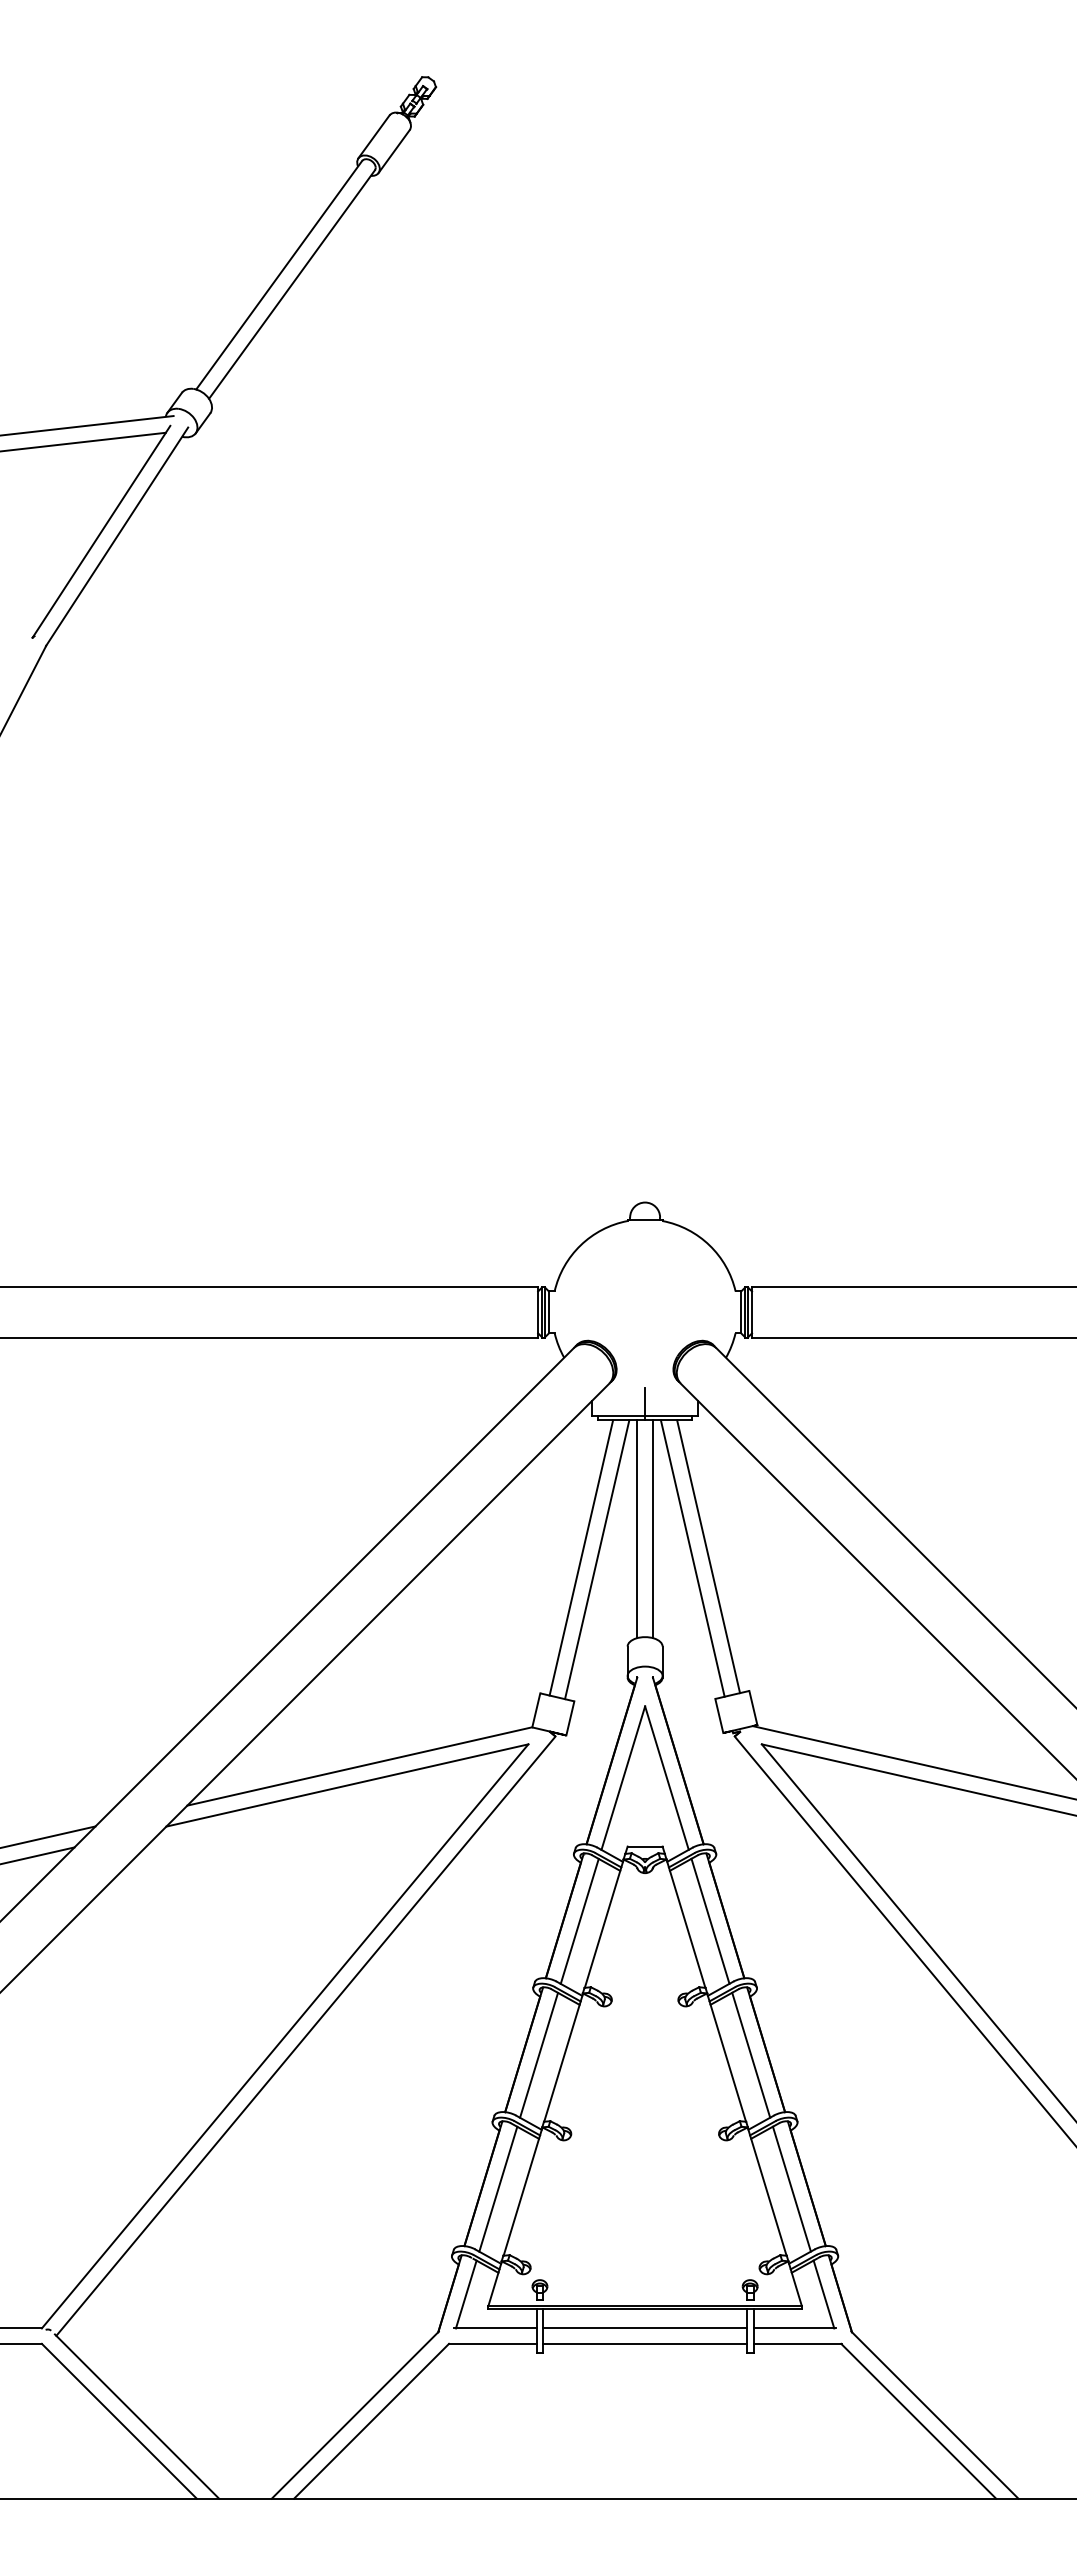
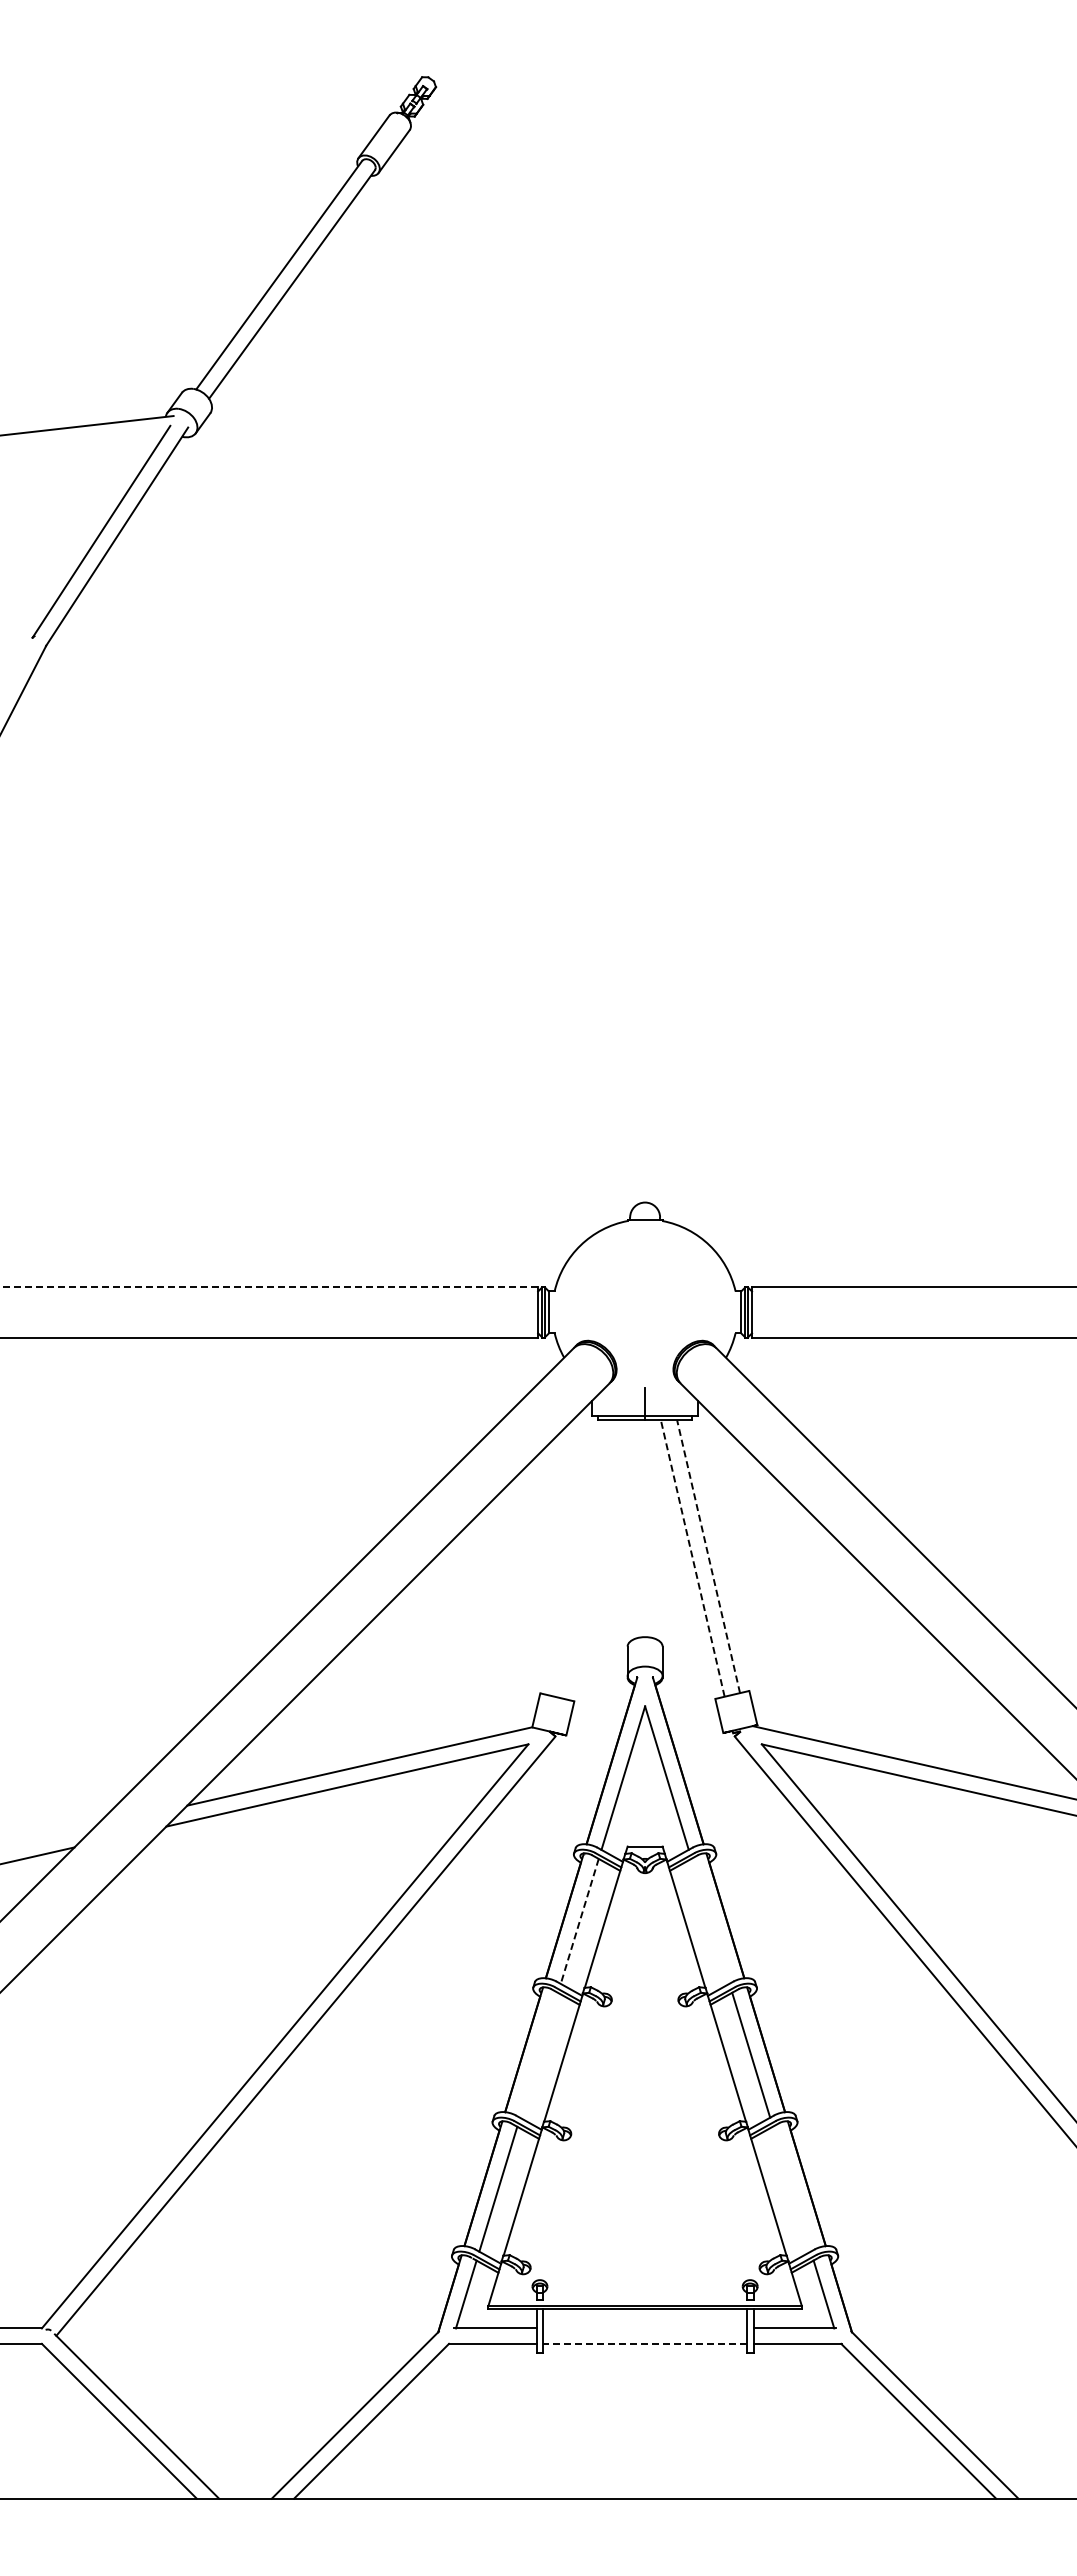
line at (83, 441): present -> none
line at (269, 1287): solid -> dashed
line at (637, 1529): present -> none
line at (653, 1529): present -> none
line at (708, 1556): solid -> dashed
line at (581, 1557): present -> none
line at (692, 1558): solid -> dashed
line at (597, 1559): present -> none
line at (48, 1836): present -> none
line at (710, 1920): present -> none
line at (579, 1921): solid -> dashed
line at (539, 2054): present -> none
line at (791, 2188): present -> none
line at (644, 2328): present -> none
line at (645, 2344): solid -> dashed
